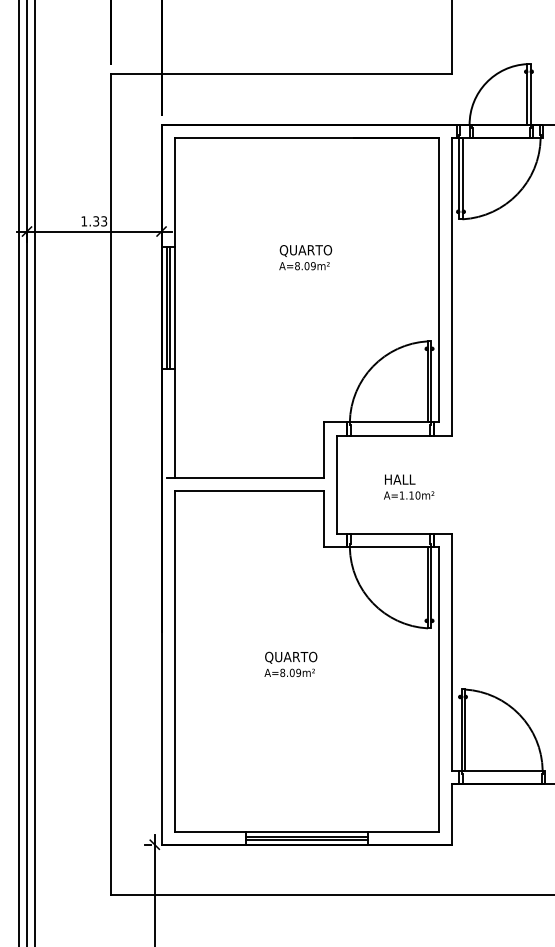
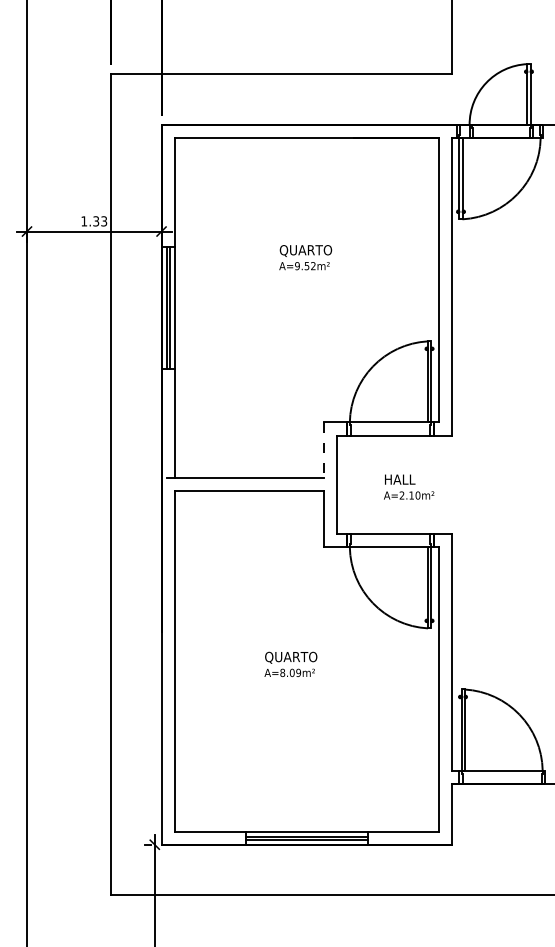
text at (305, 266): A=8.09m² -> A=9.52m²
line at (323, 450): solid -> dashed
line at (19, 472): present -> none
line at (34, 472): present -> none
text at (401, 495): A=1.10m² -> A=2.10m²
